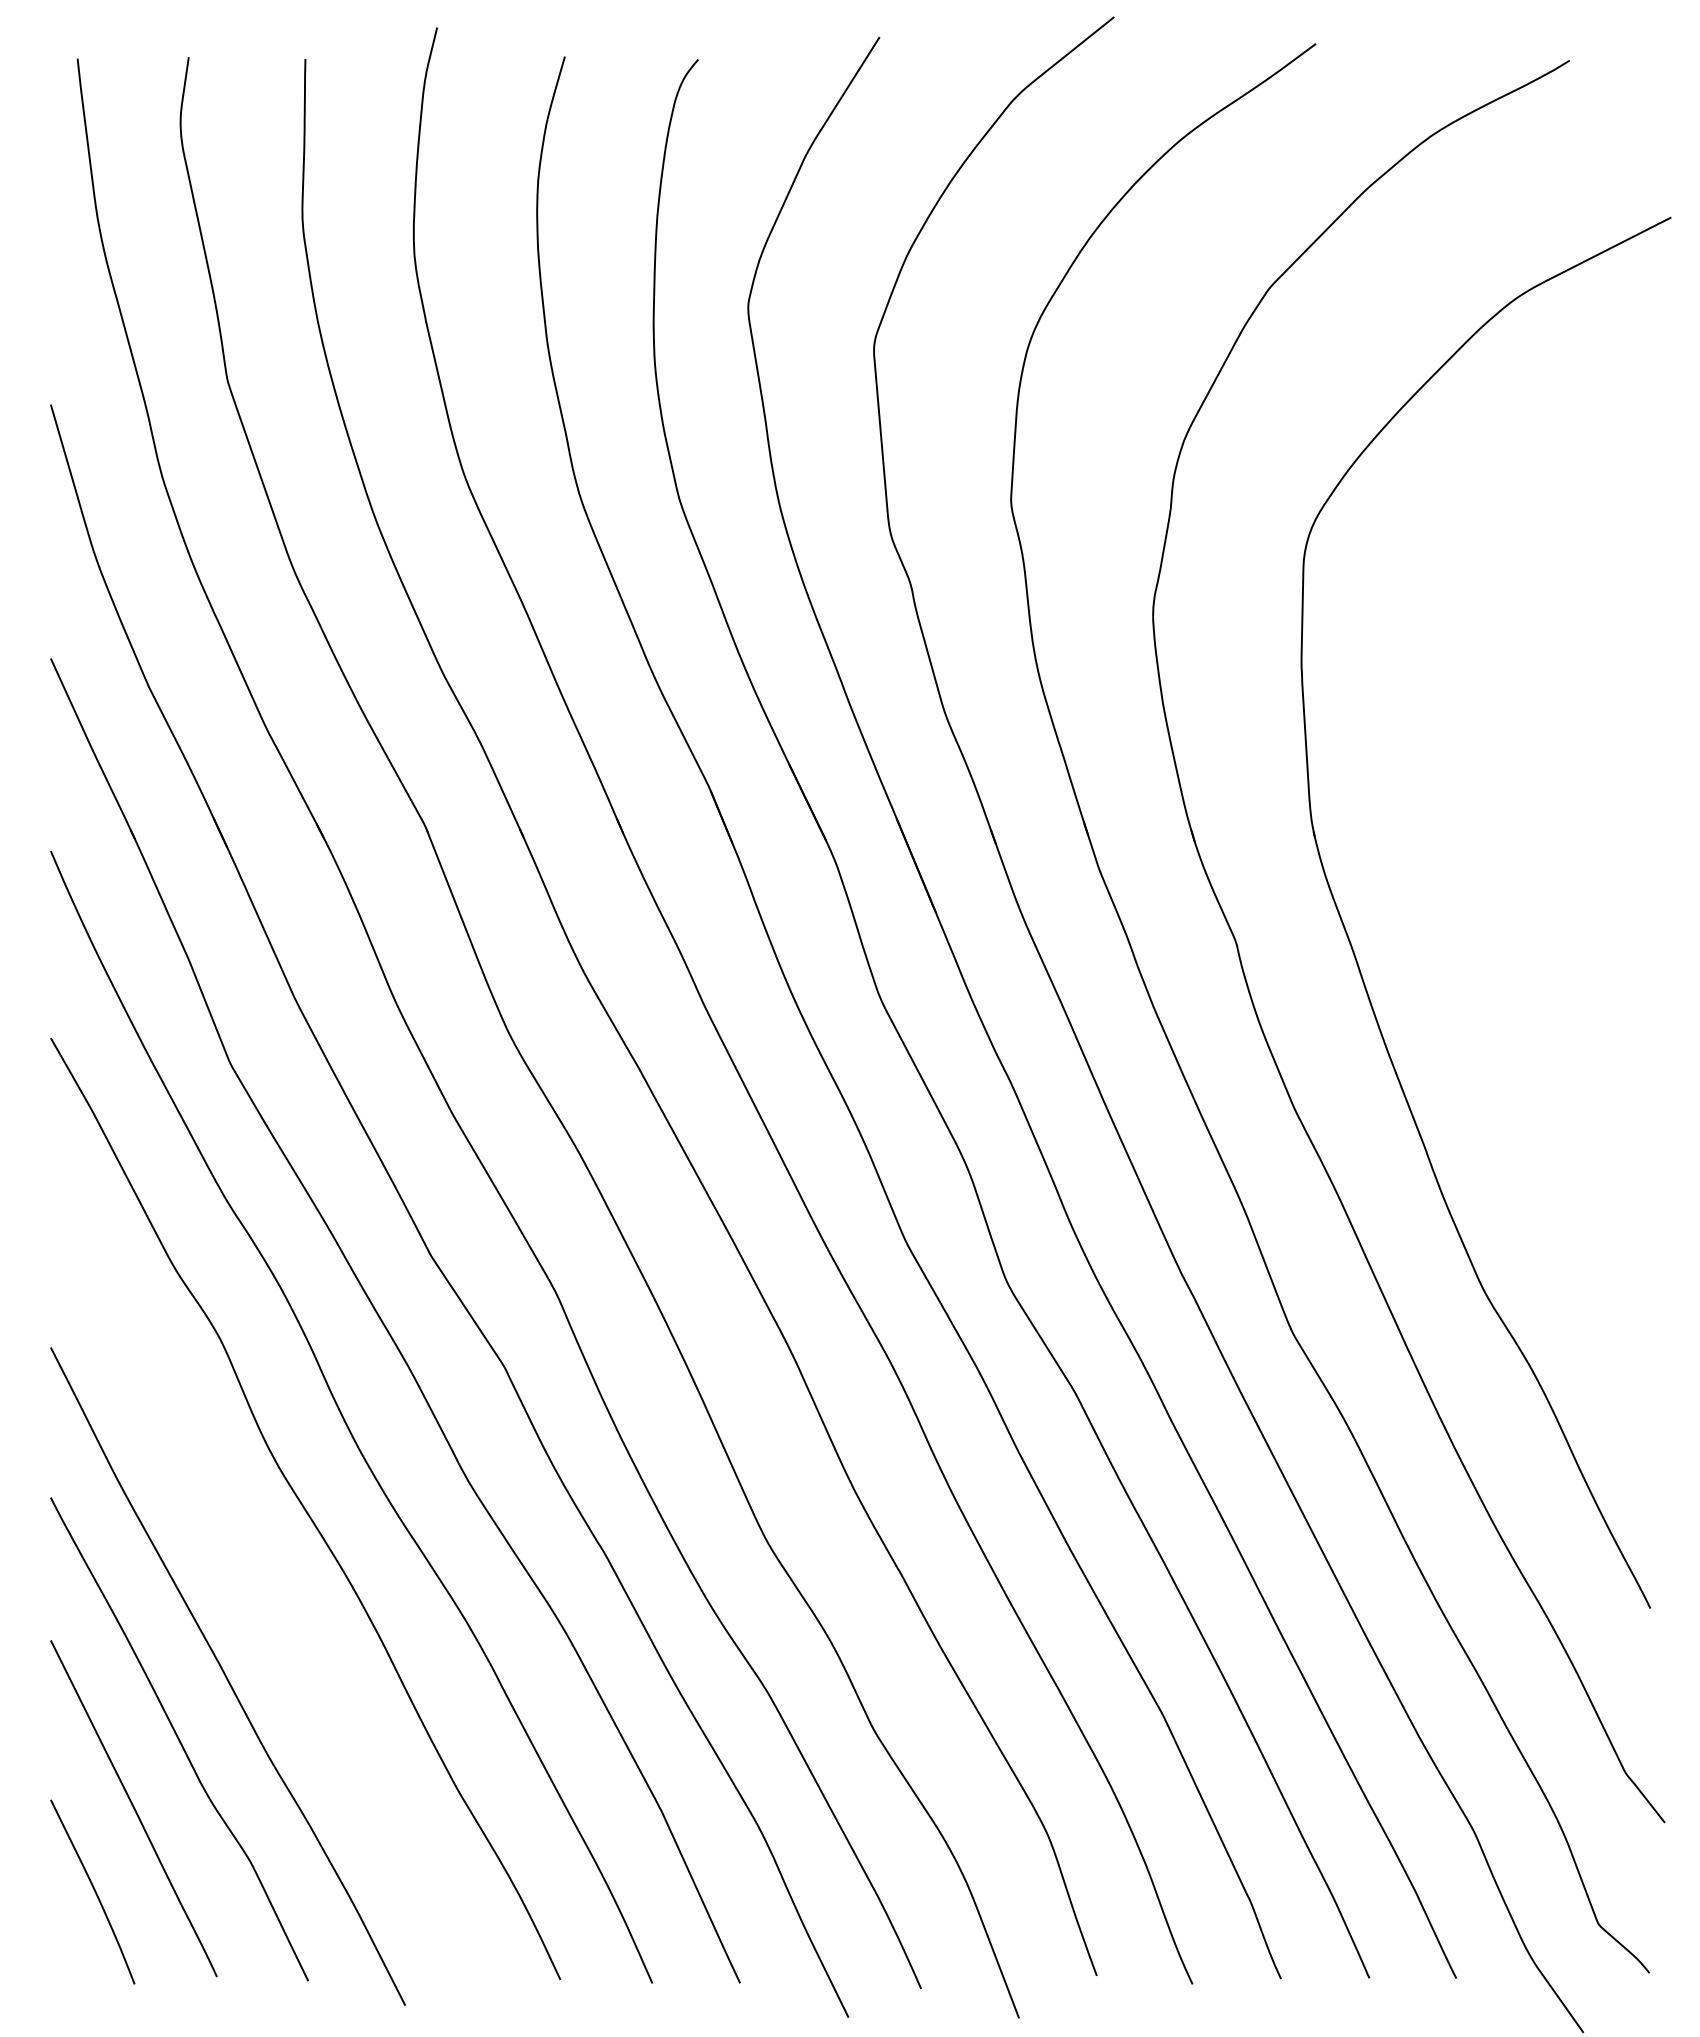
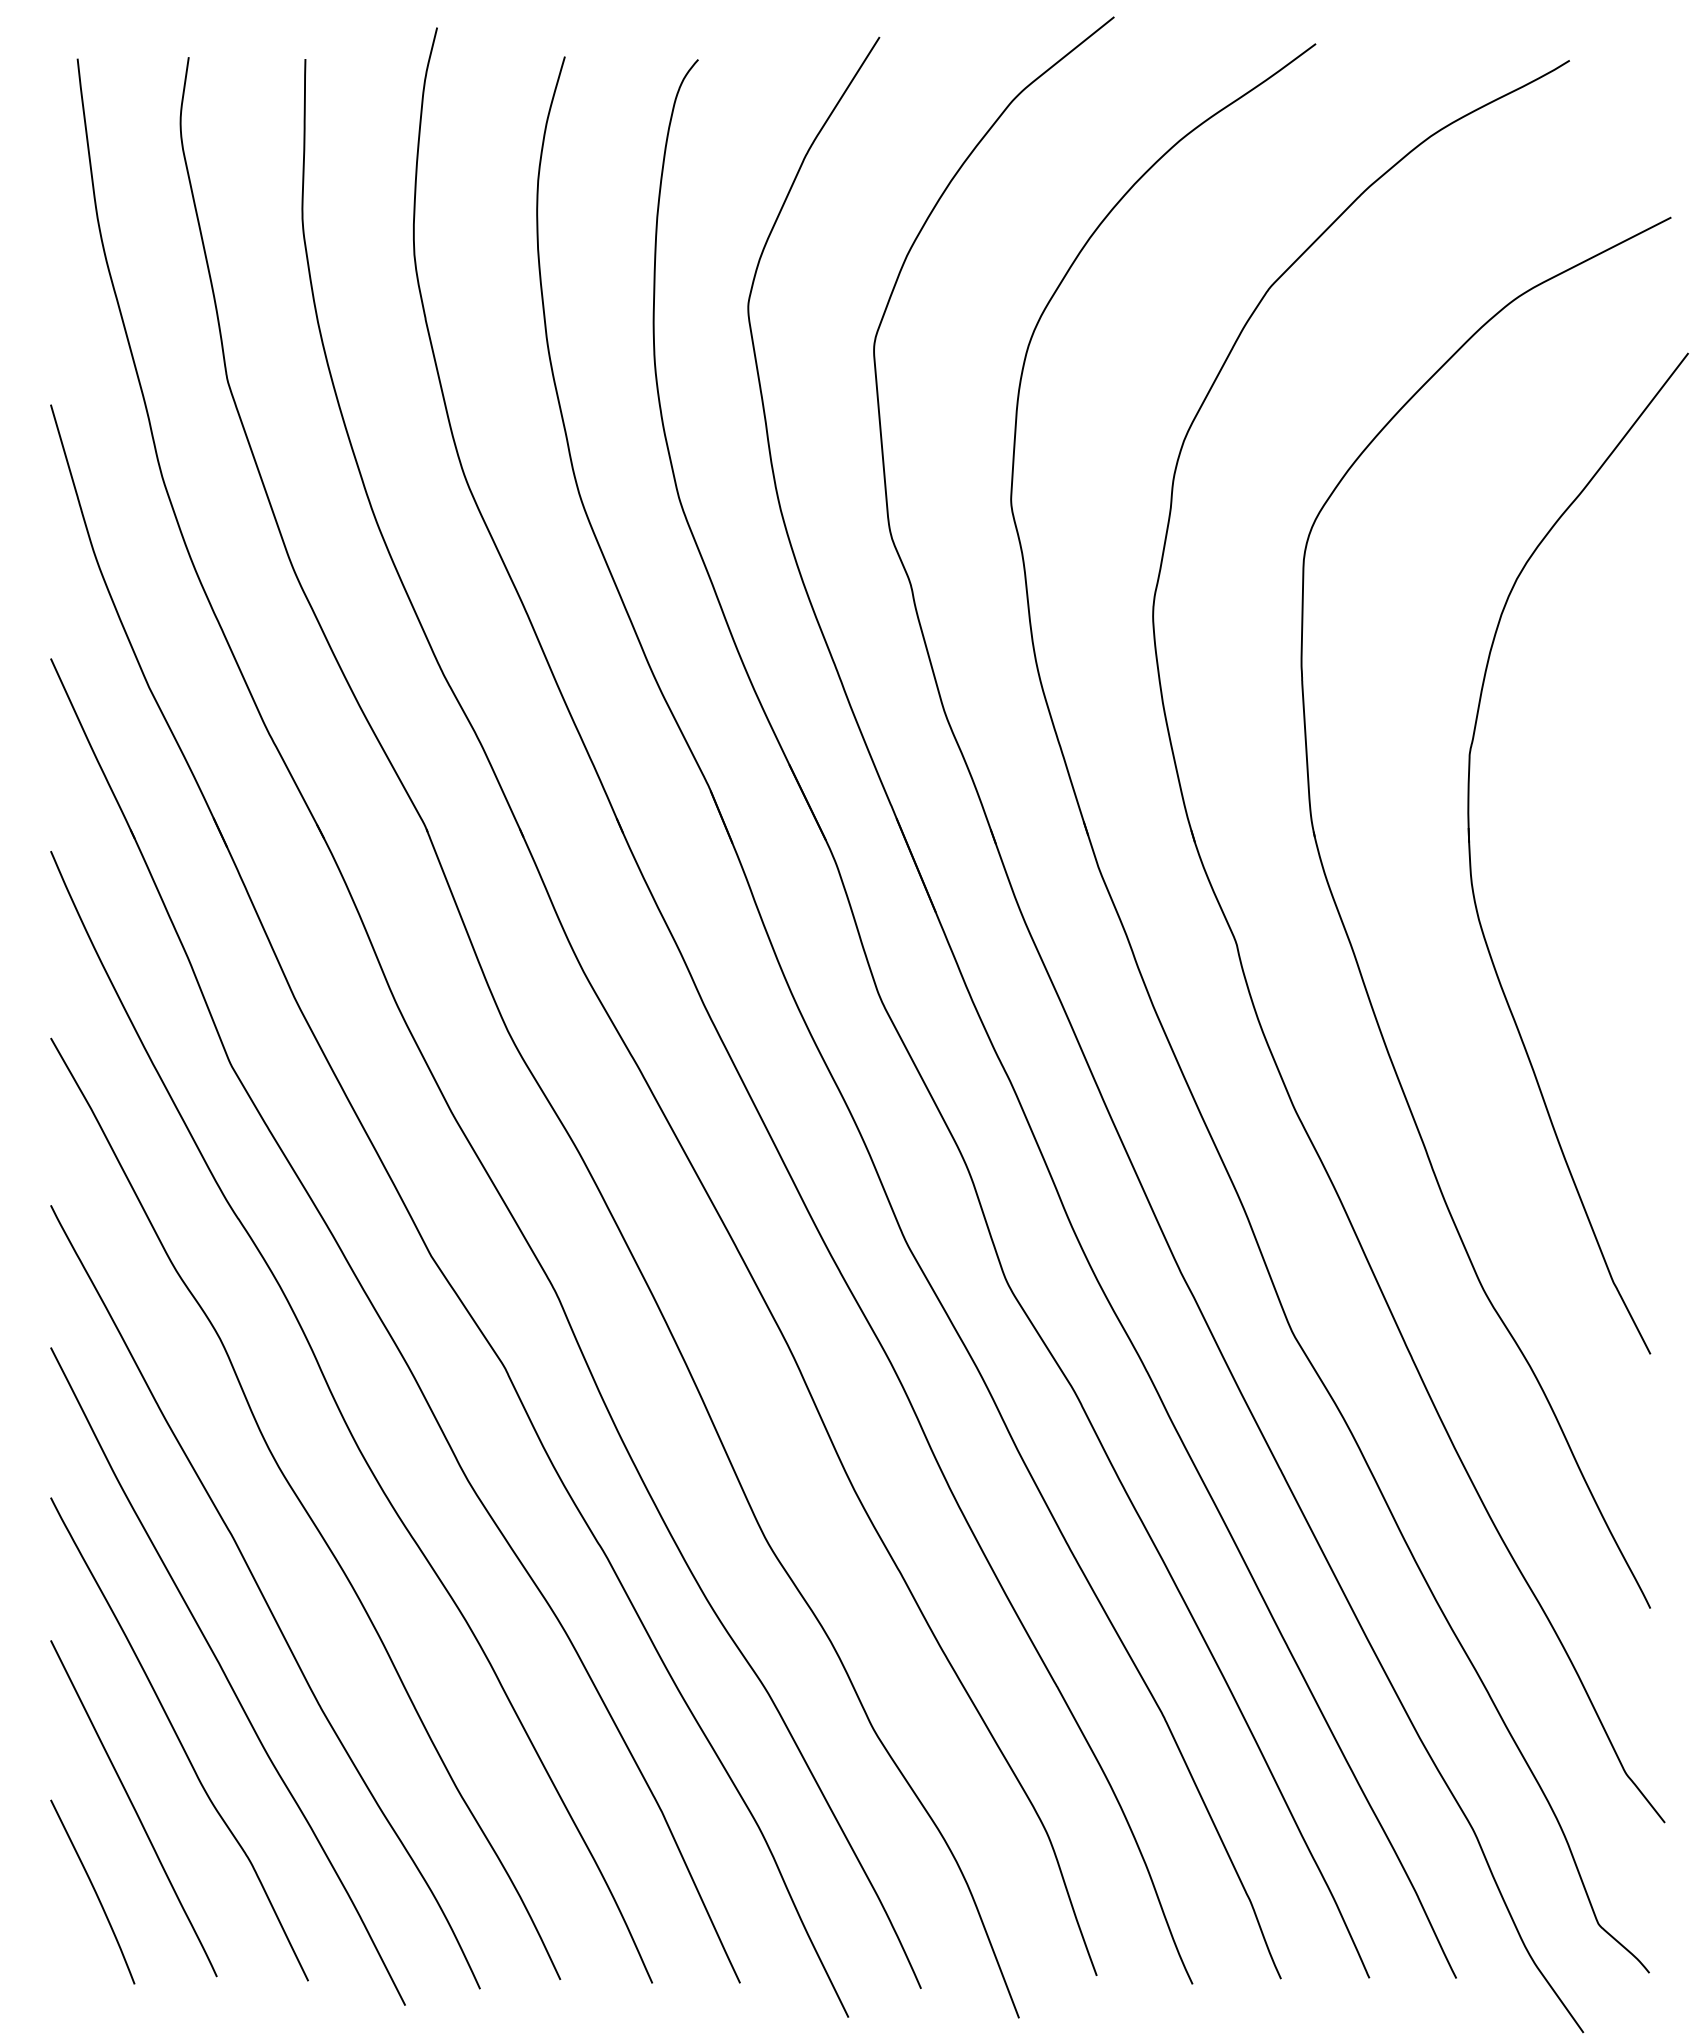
part at (1471, 862): none -> present
curve at (264, 1597): none -> present
